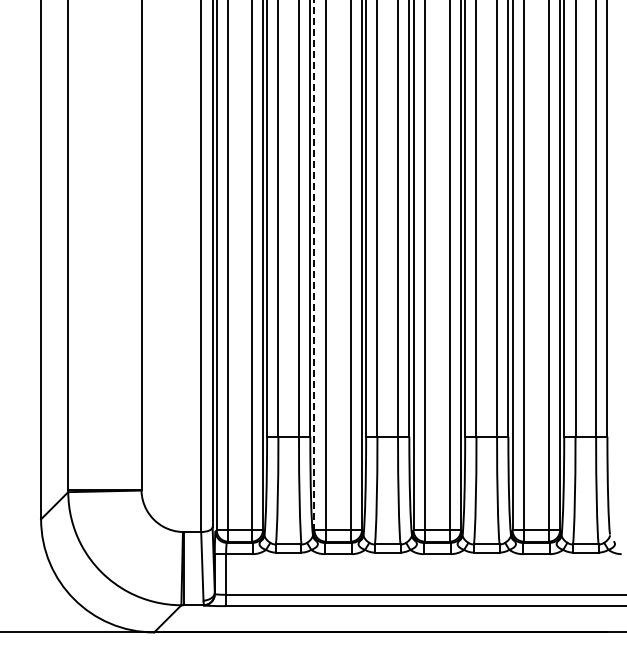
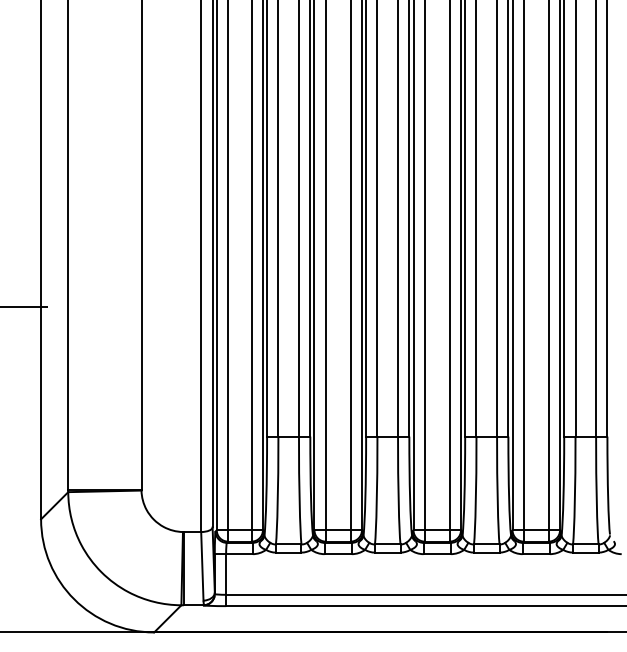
line at (314, 265): dashed -> solid
line at (25, 307): none -> present
